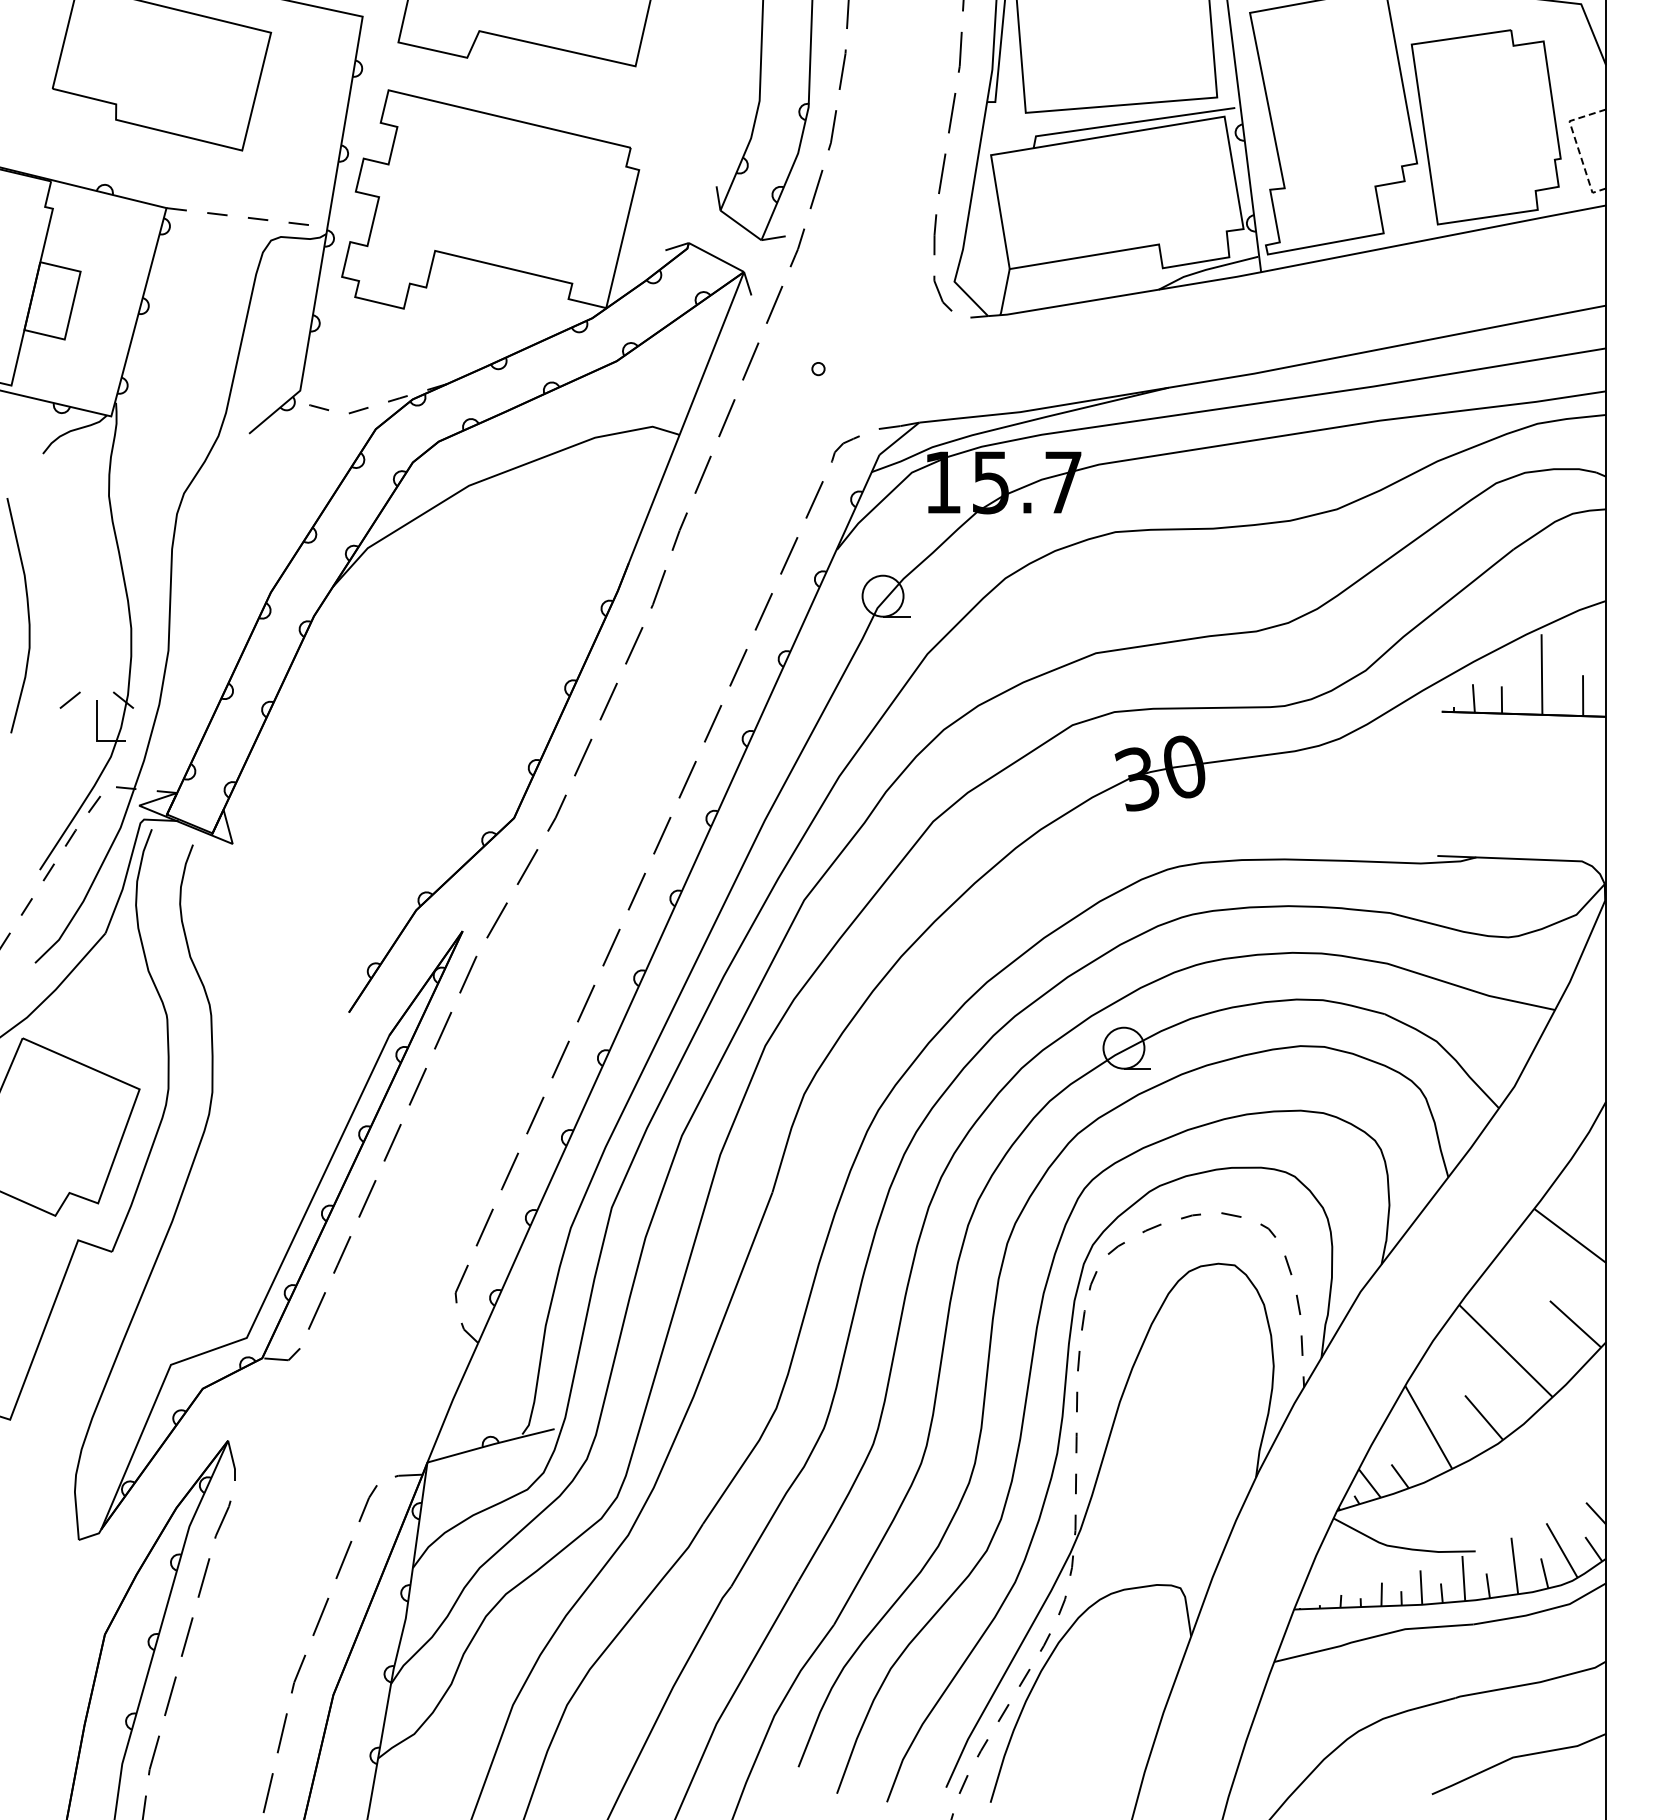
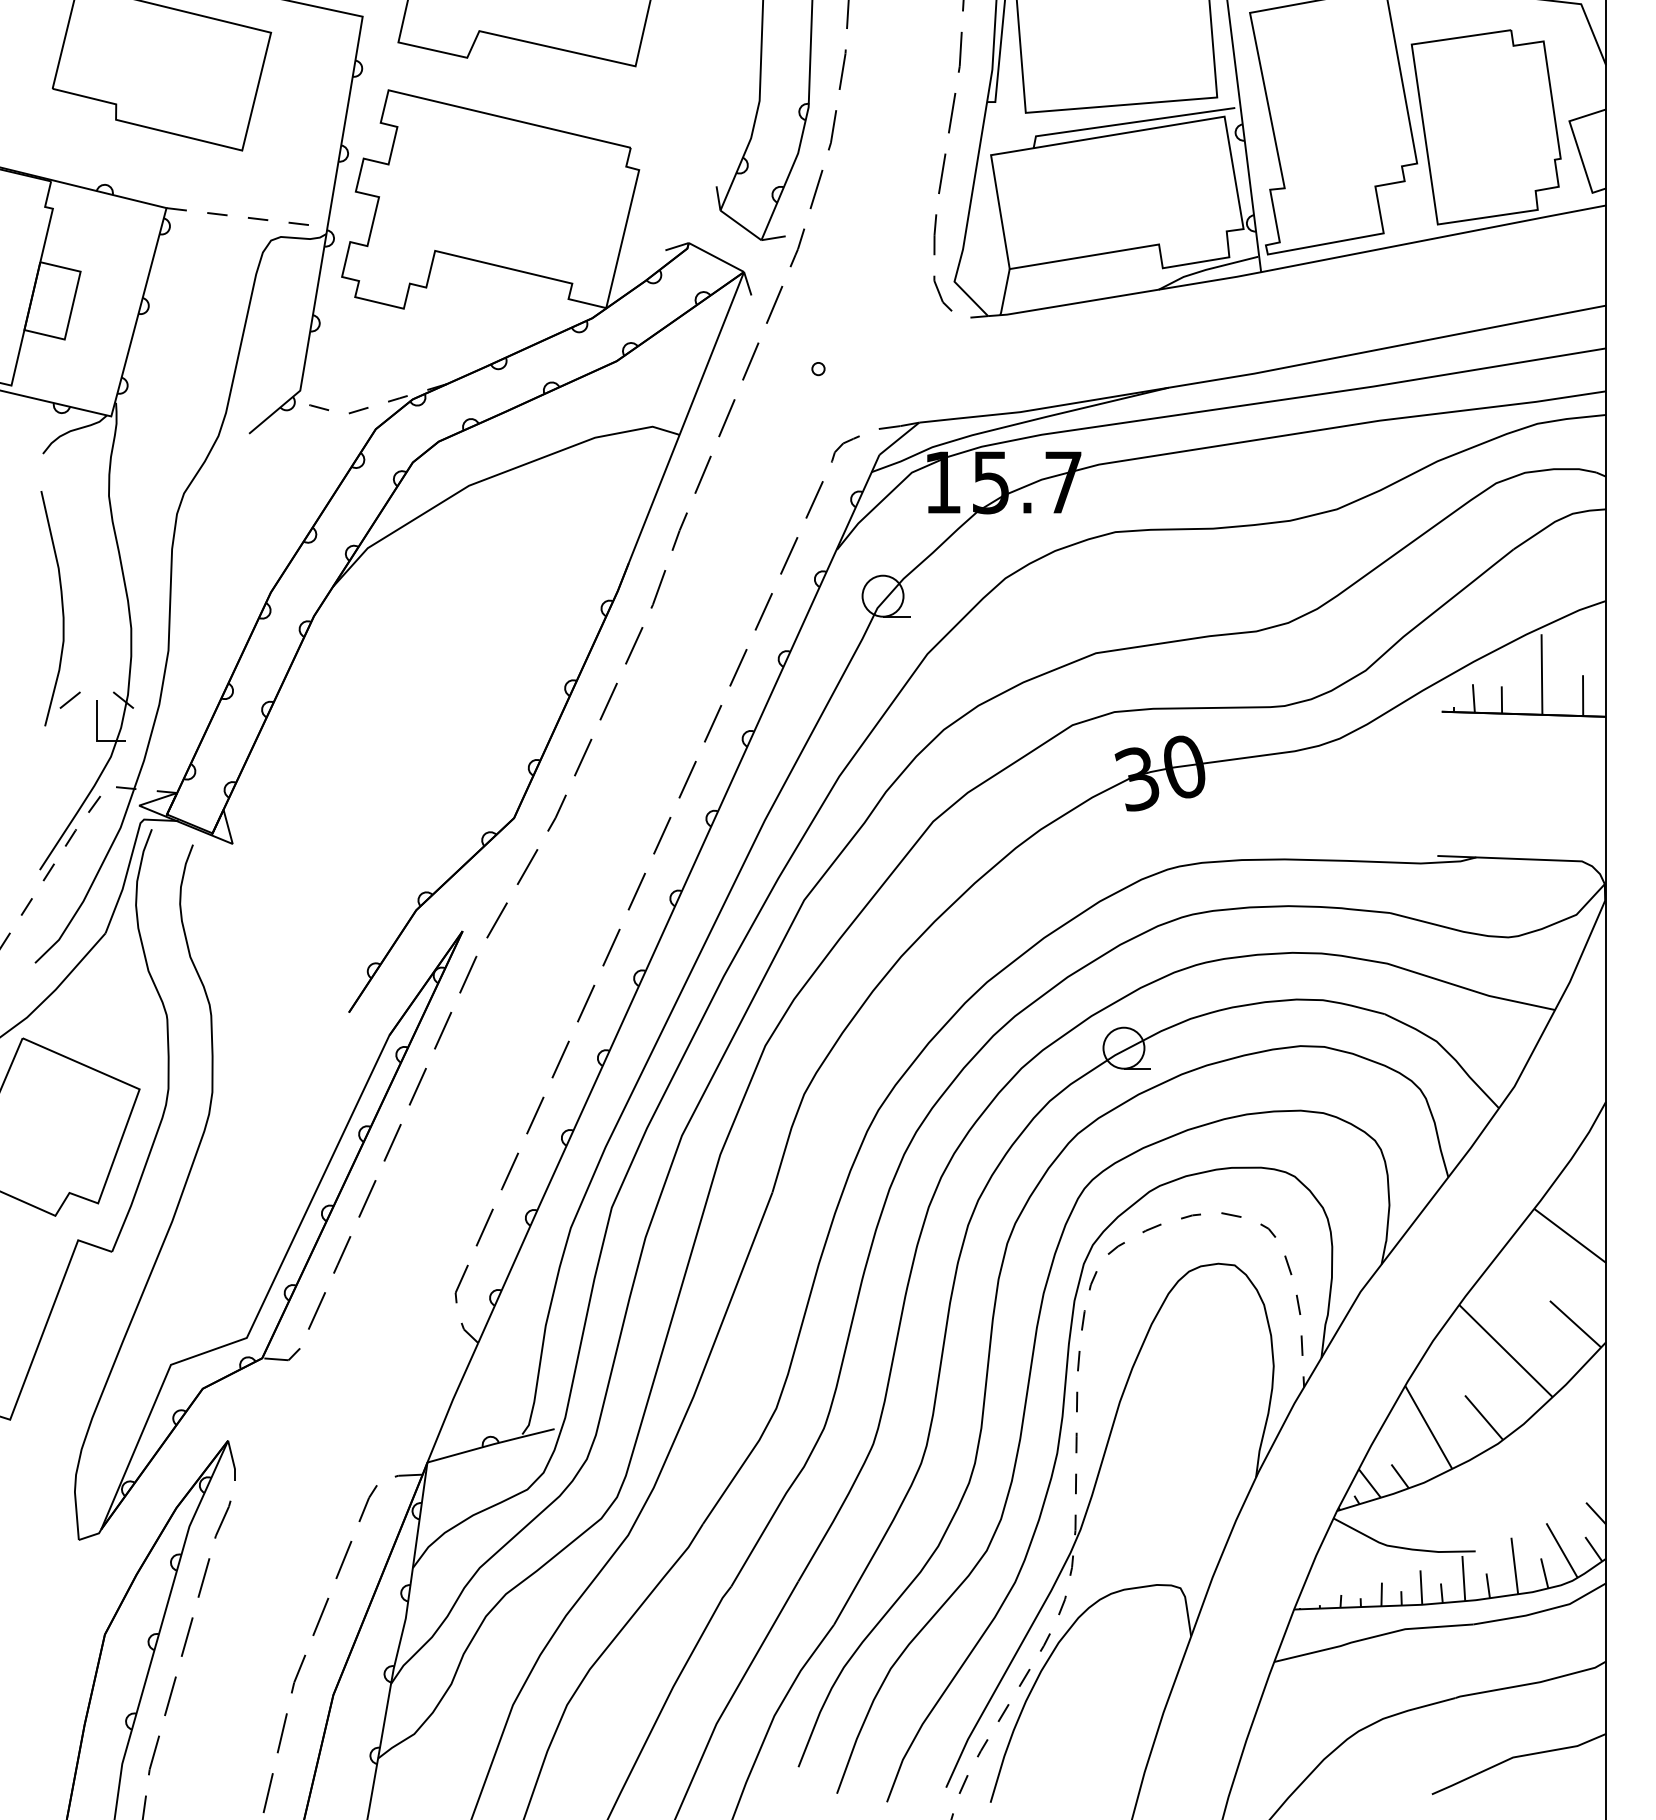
line at (1577, 145): dashed -> solid
curve at (27, 614) position: (27, 614) -> (61, 607)
